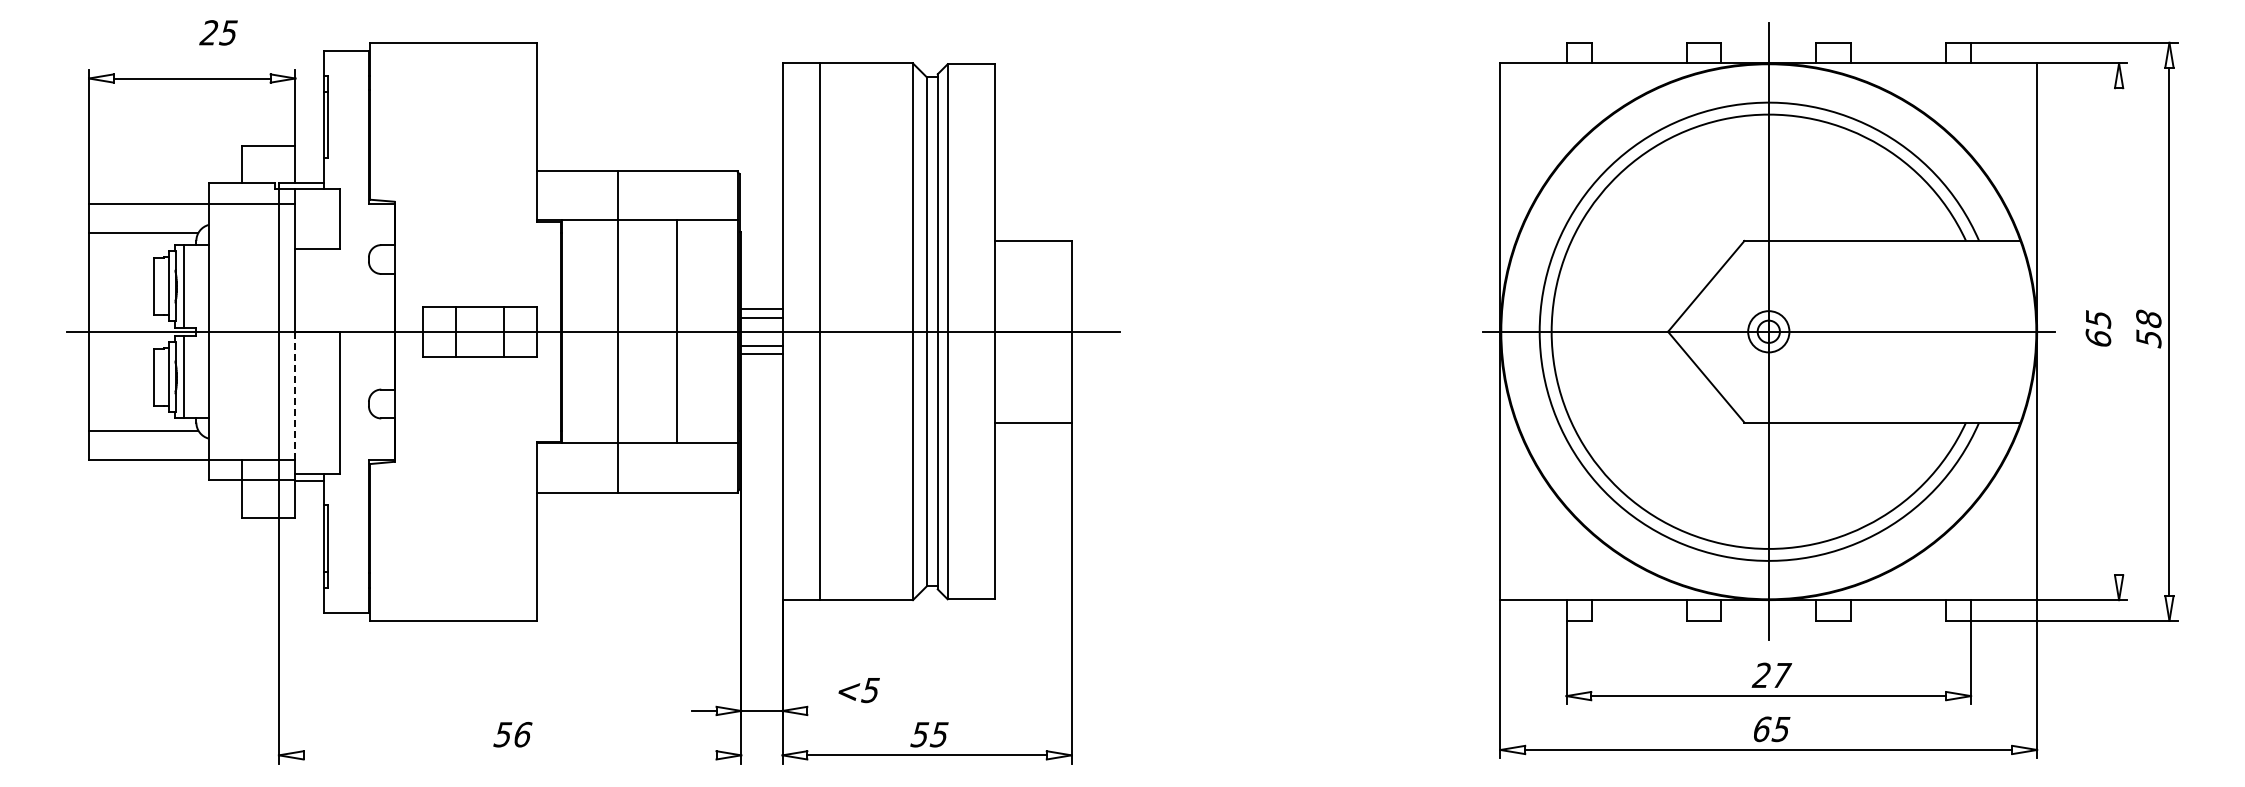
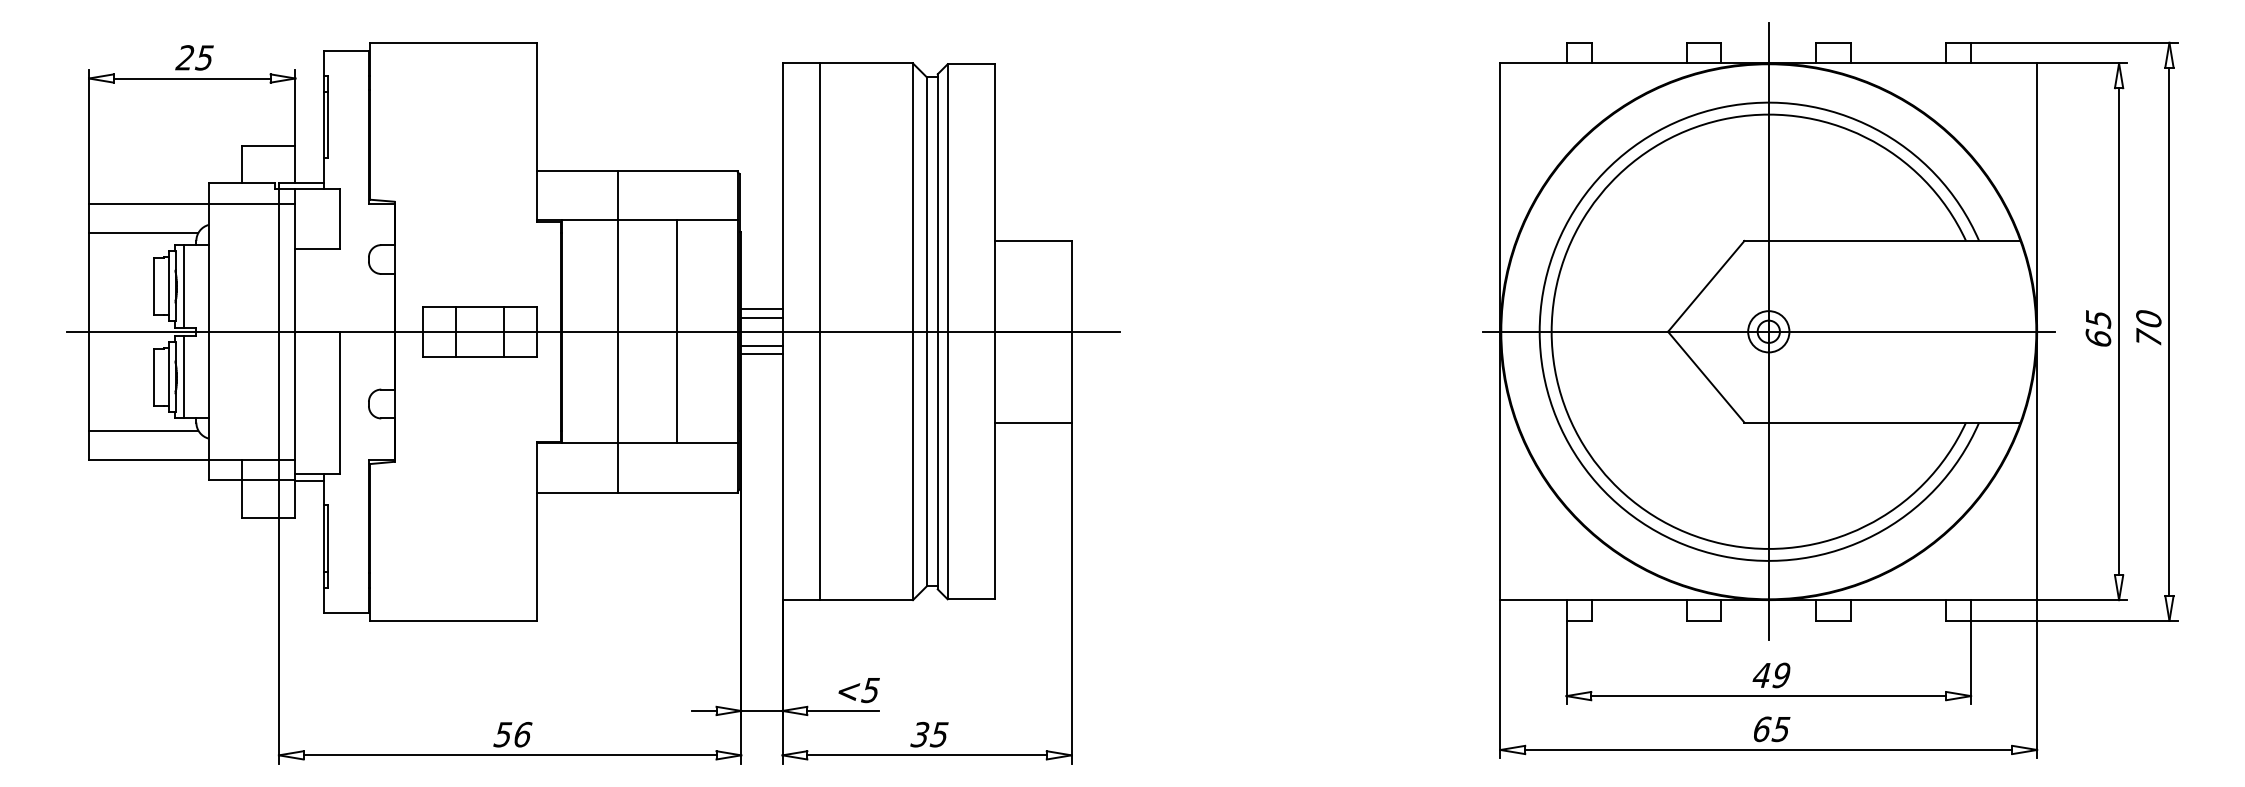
text at (218, 32) position: (218, 32) -> (194, 57)
text at (2148, 328): 58 -> 70
line at (2119, 331): none -> present
line at (295, 395): dashed -> solid
text at (1771, 675): 27 -> 49
line at (842, 710): none -> present
text at (919, 733): 55 -> 35
line at (509, 755): none -> present
